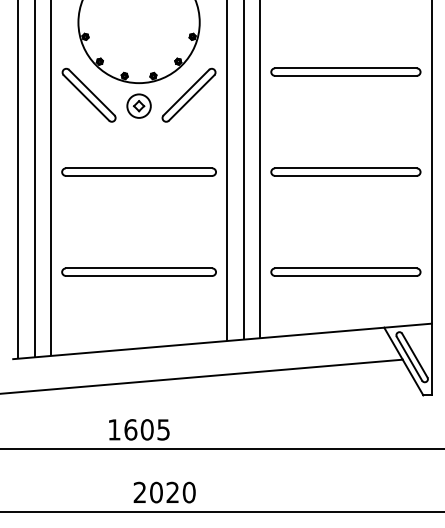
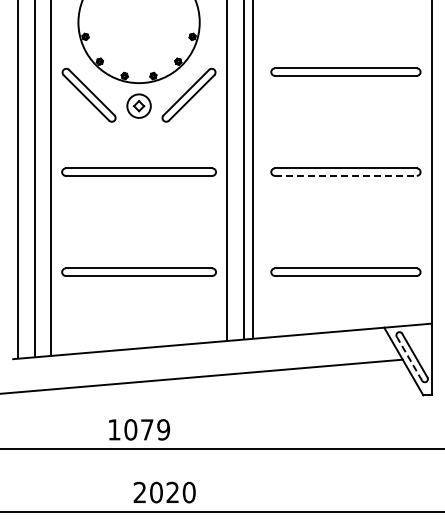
line at (260, 169) position: (260, 169) -> (253, 169)
line at (345, 175): solid -> dashed
line at (409, 358): solid -> dashed
text at (147, 429): 1605 -> 1079
